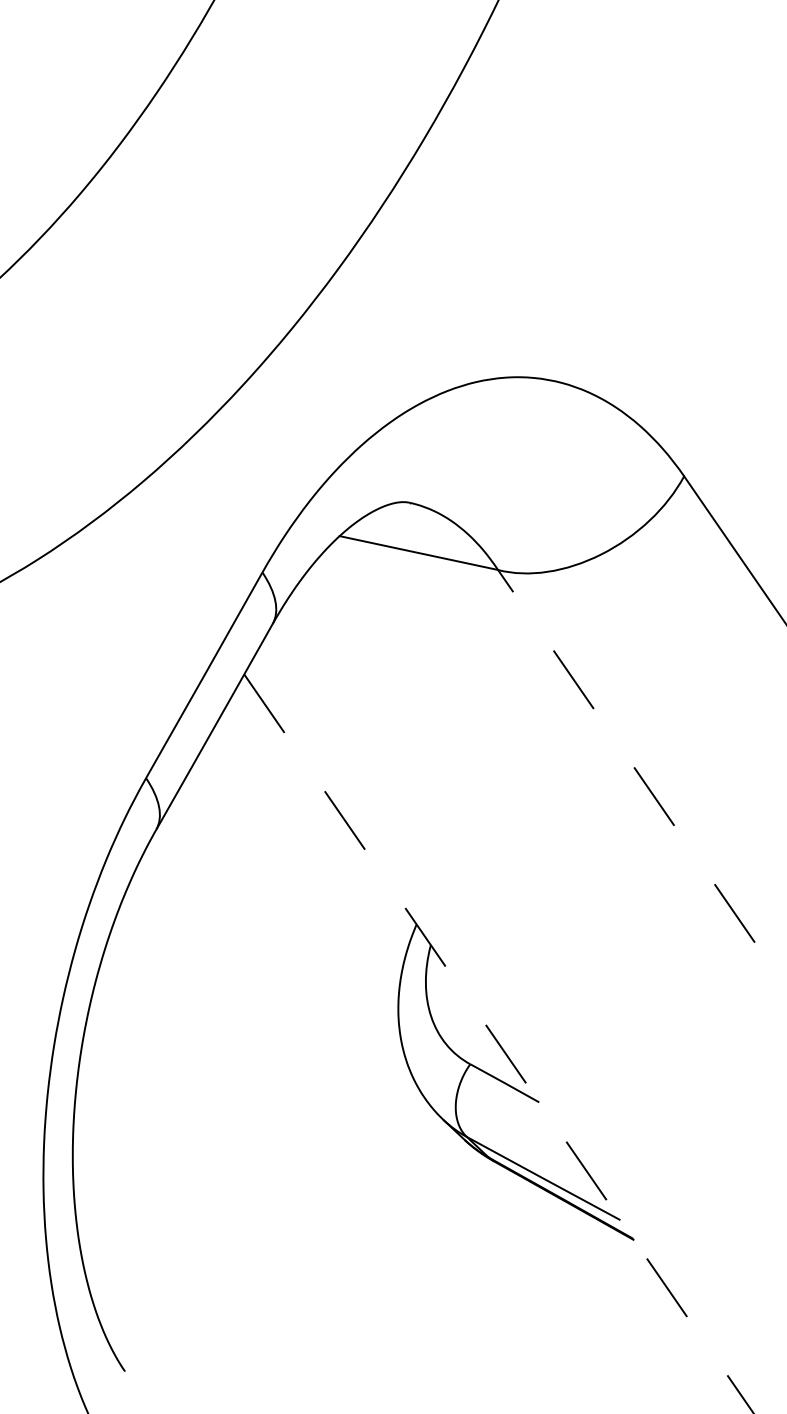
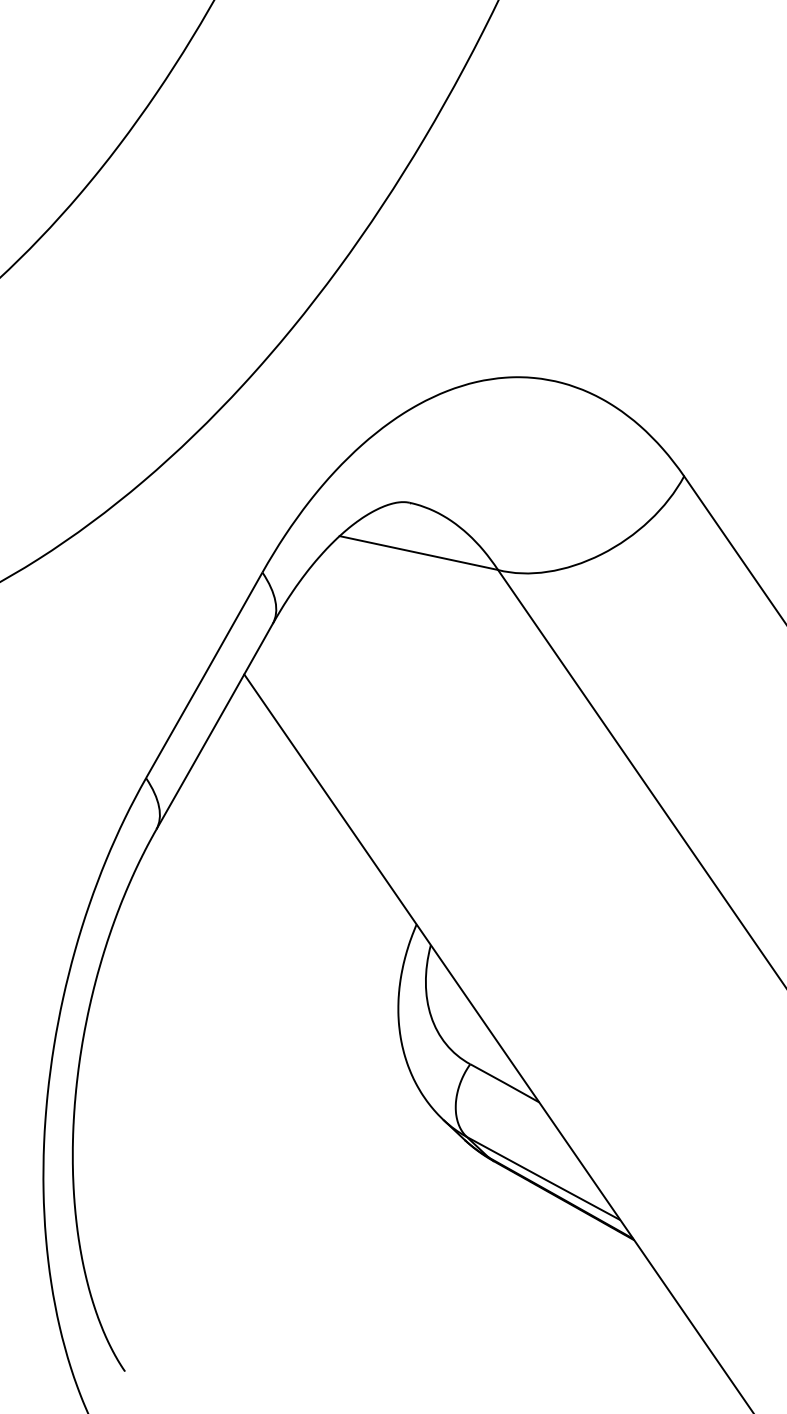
line at (642, 779): dashed -> solid
line at (499, 1043): dashed -> solid
